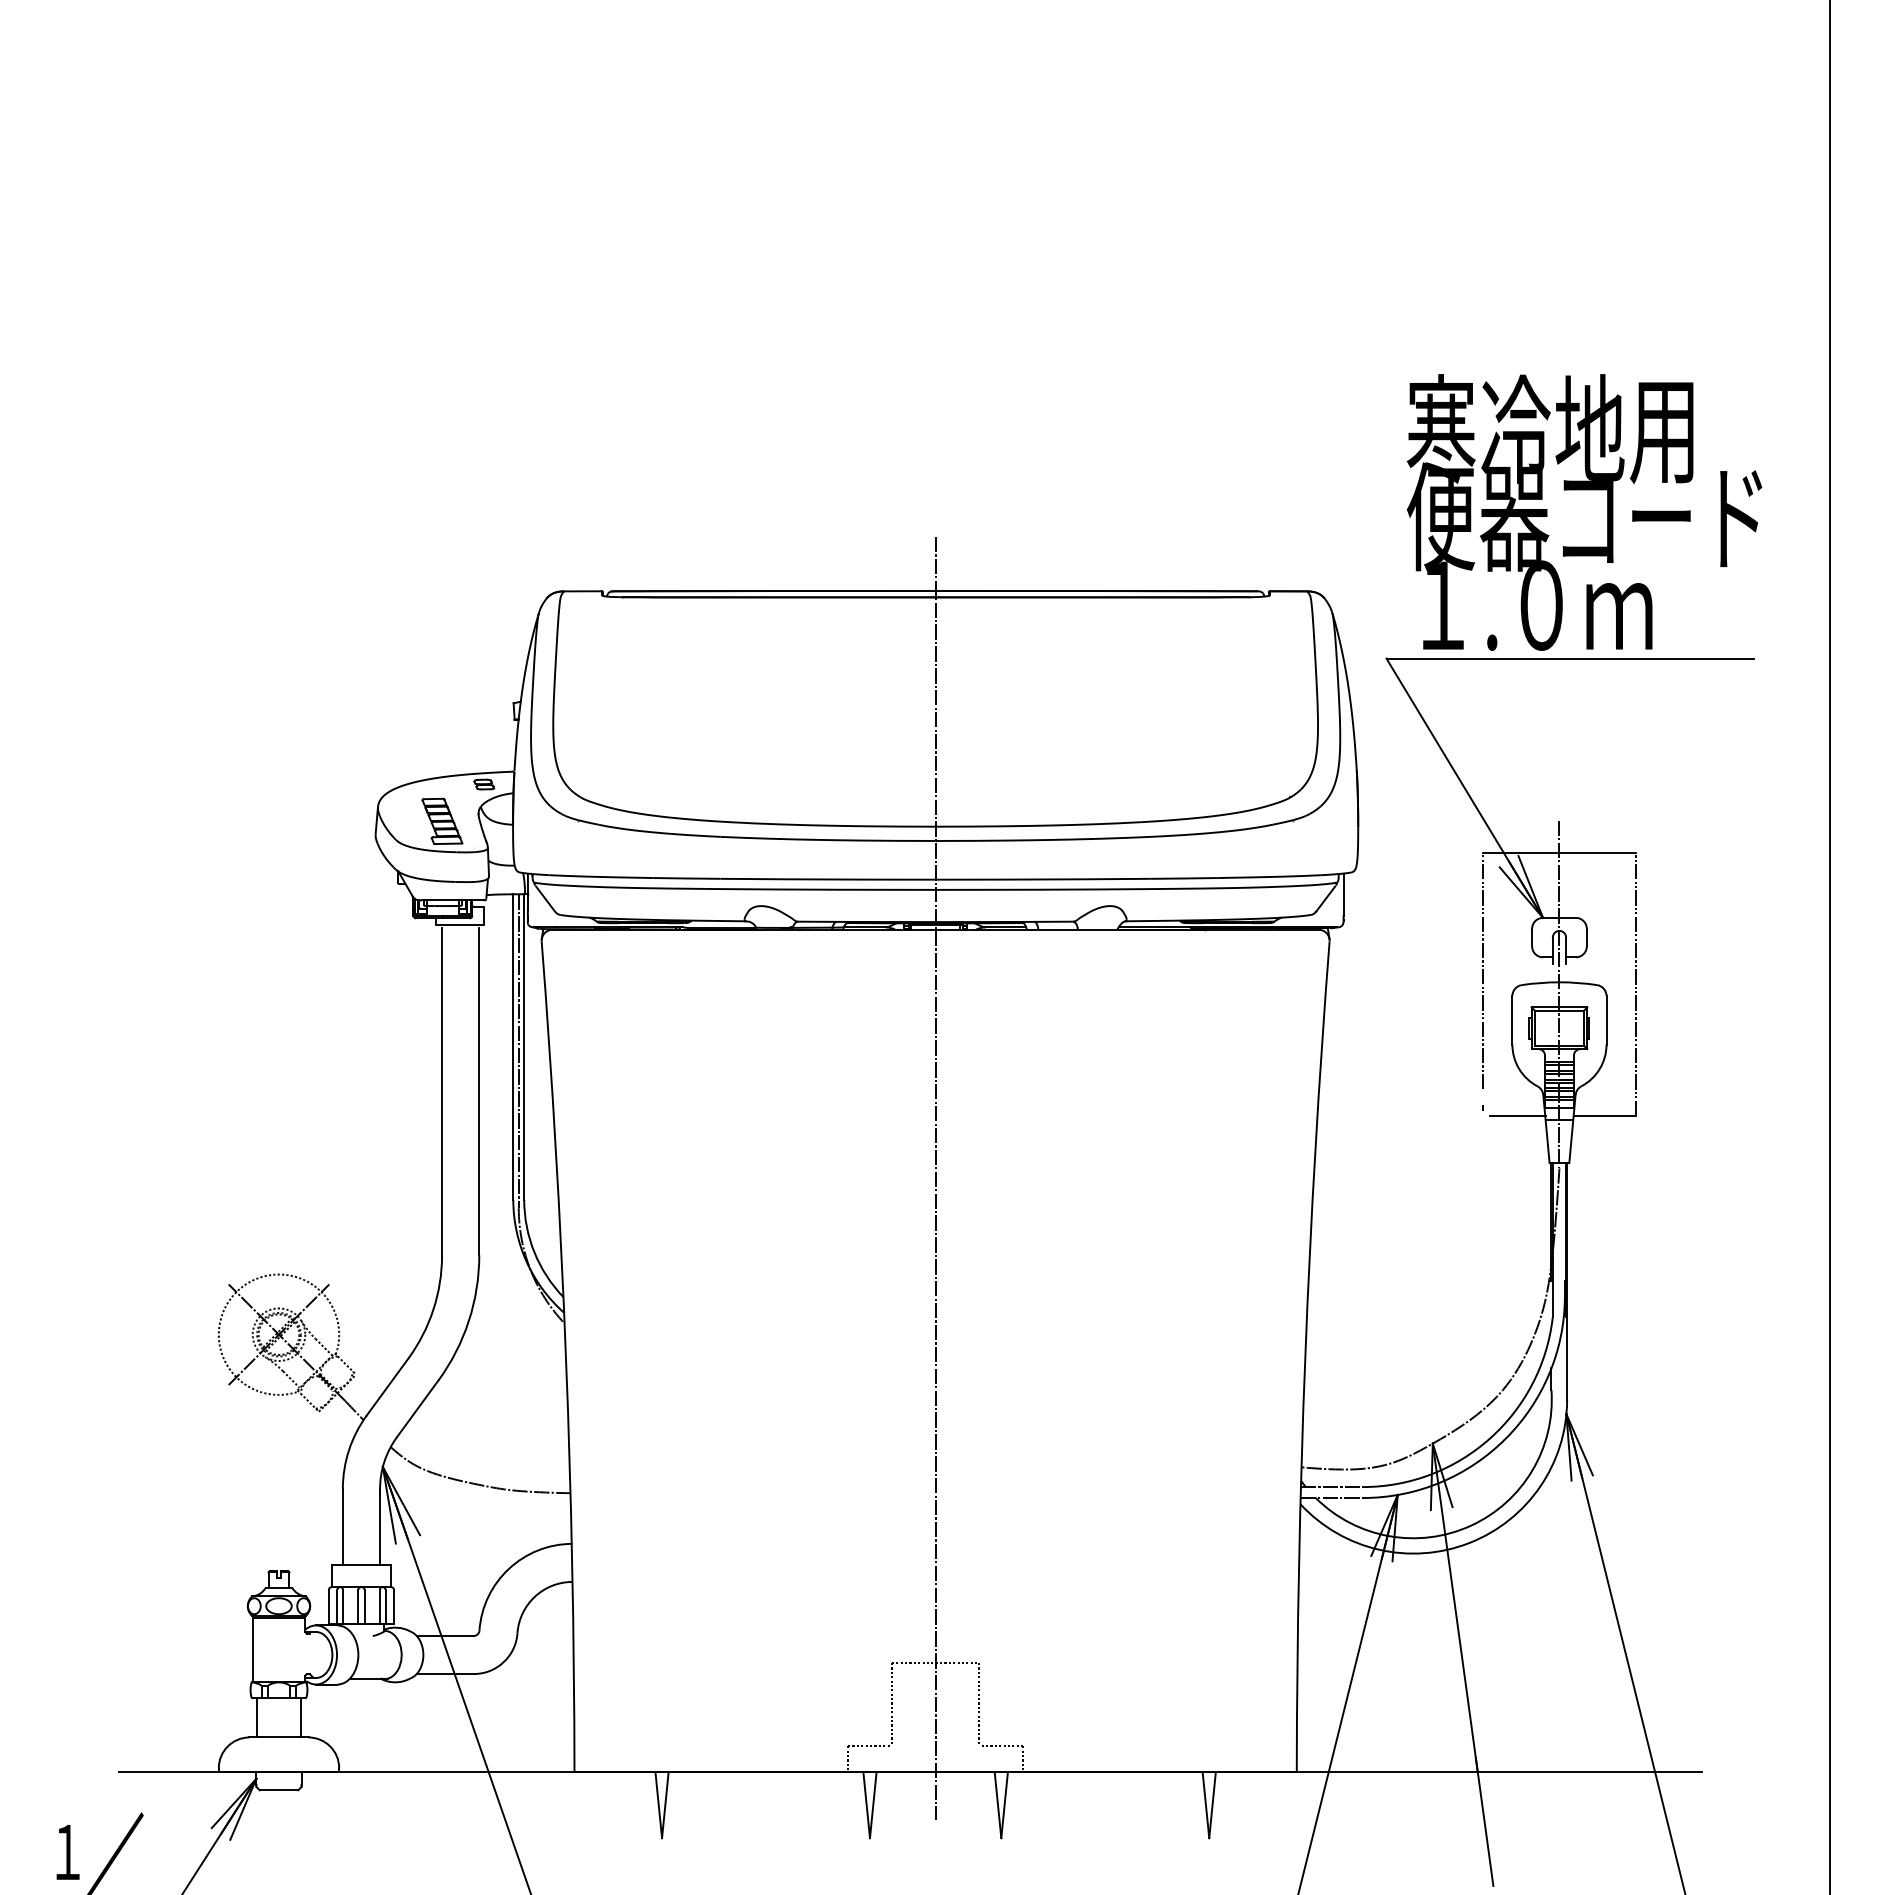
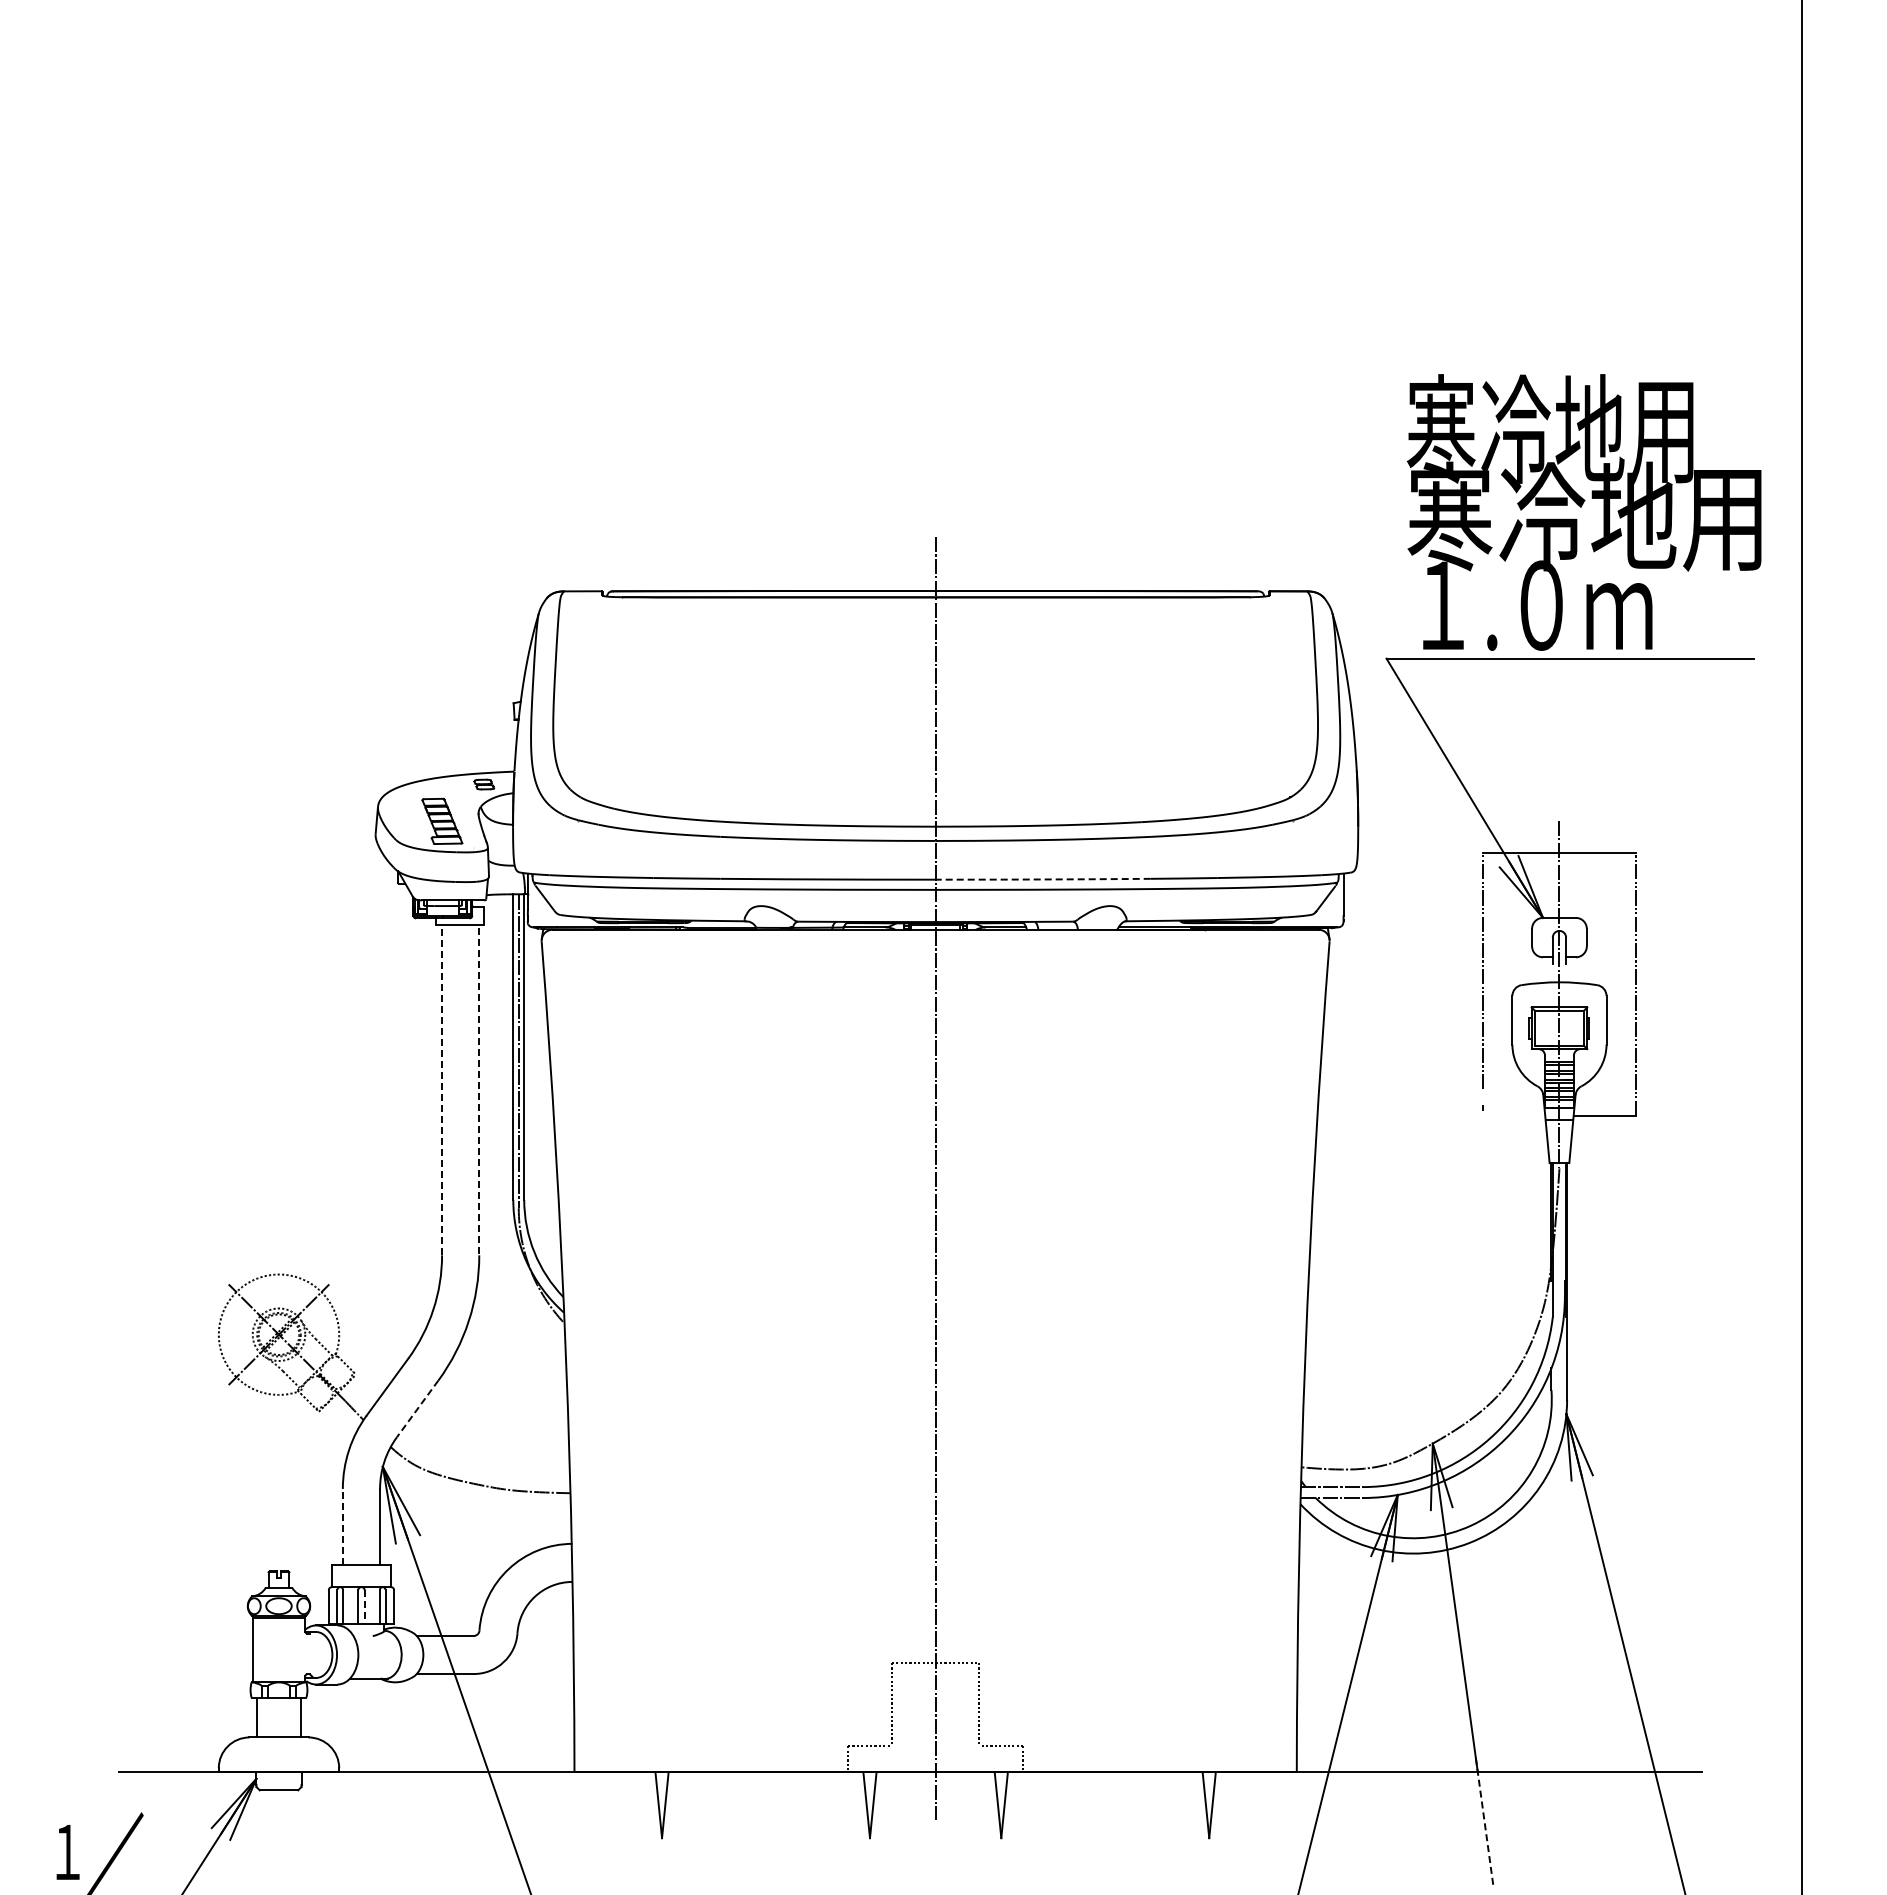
text at (1584, 516): 便器コード -> 寒冷地用
line at (1042, 879): solid -> dashed
line at (1830, 946) position: (1830, 946) -> (1802, 946)
line at (442, 1091): solid -> dashed
line at (479, 1091): solid -> dashed
line at (1517, 1115): present -> none
line at (417, 1409): solid -> dashed
line at (342, 1526): solid -> dashed
line at (364, 1607): solid -> dashed
line at (1484, 1821): solid -> dashed
